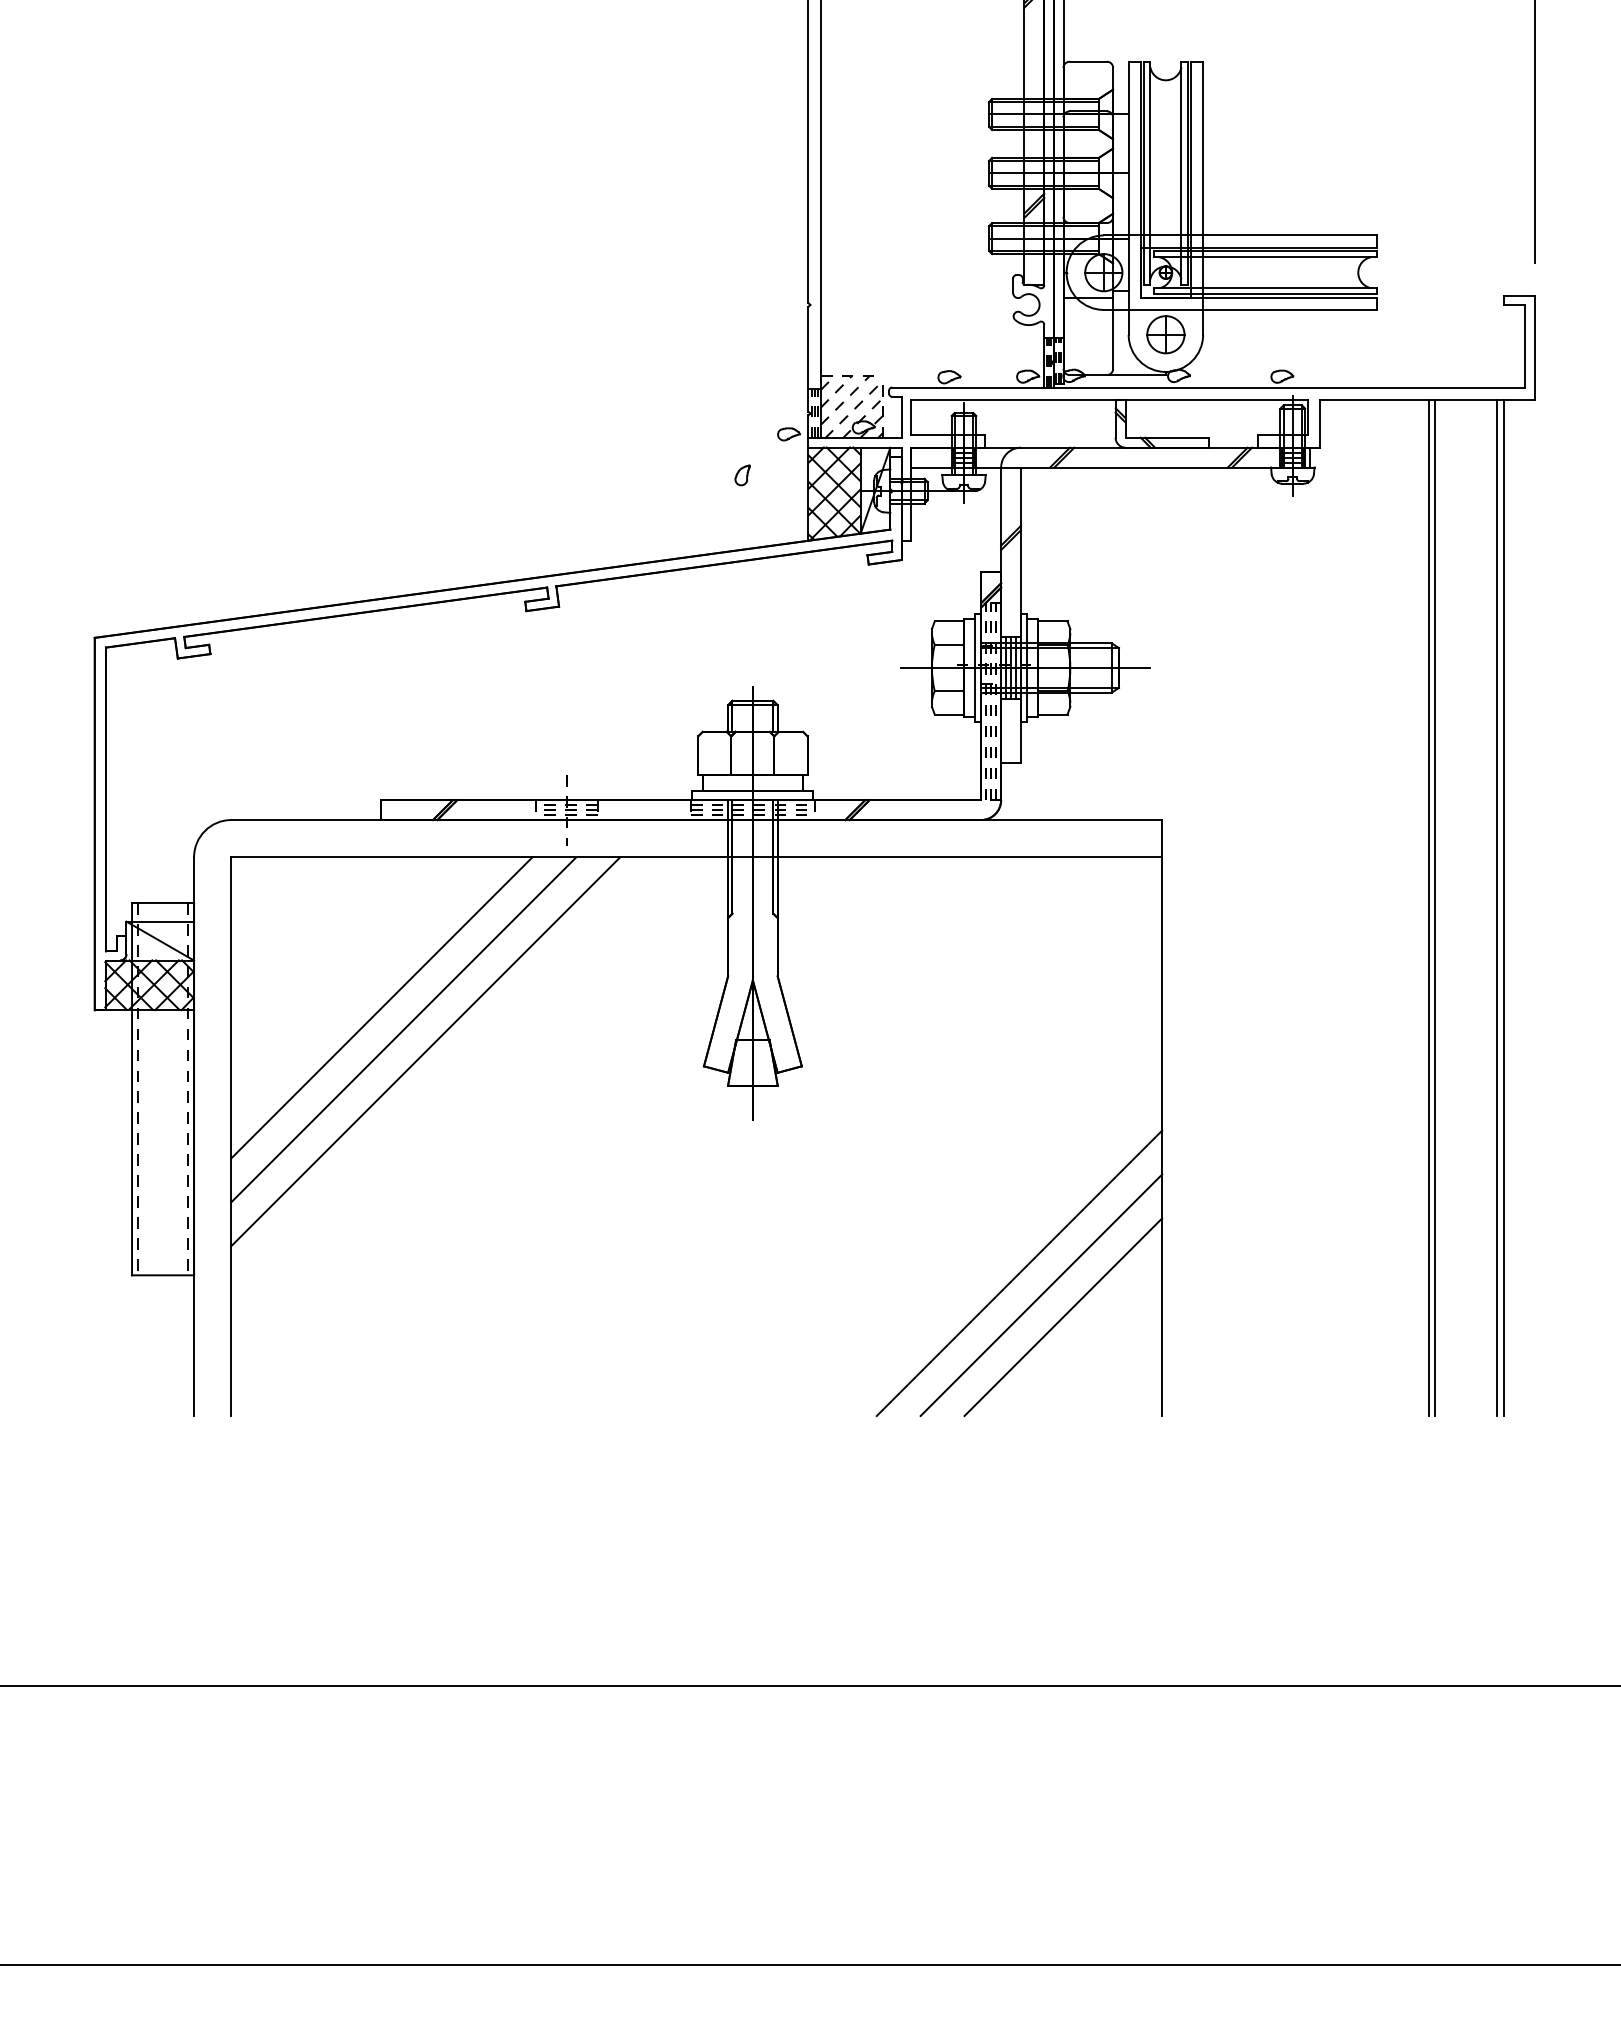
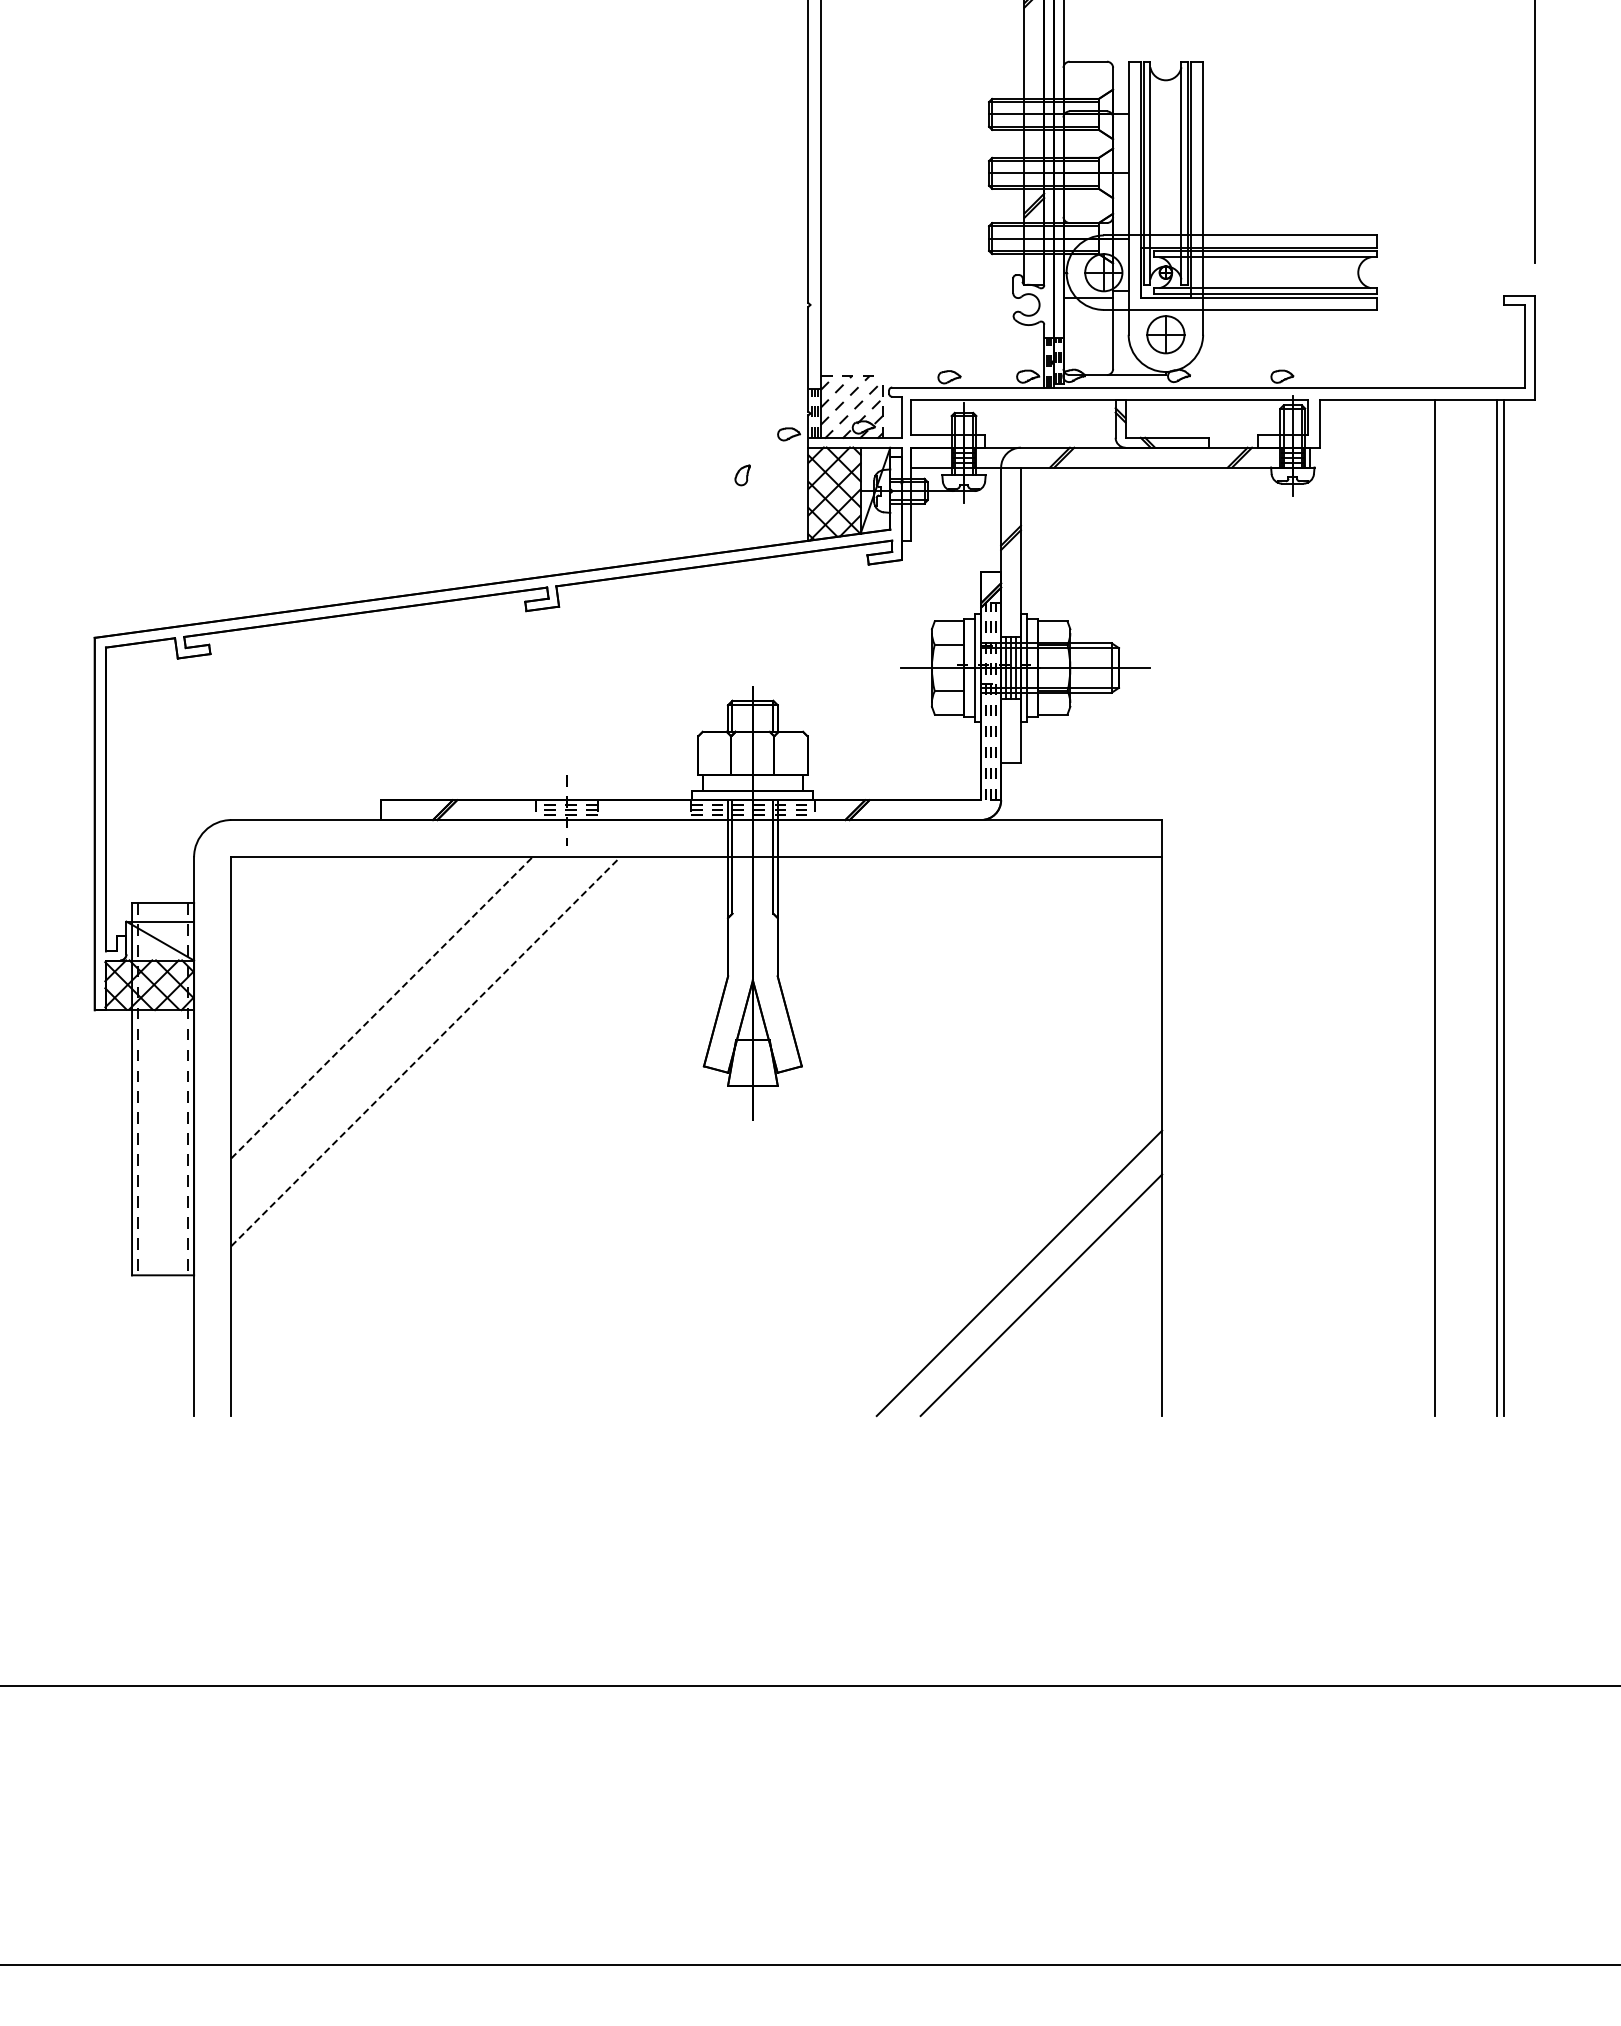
line at (1429, 907): present -> none
line at (381, 1007): solid -> dashed
line at (403, 1029): present -> none
line at (426, 1051): solid -> dashed
line at (1063, 1317): present -> none
